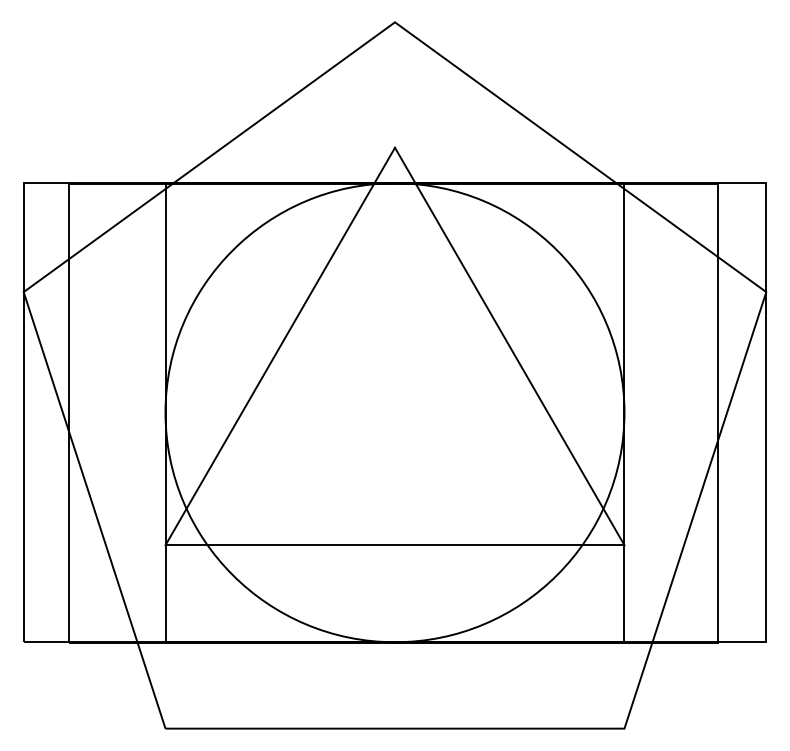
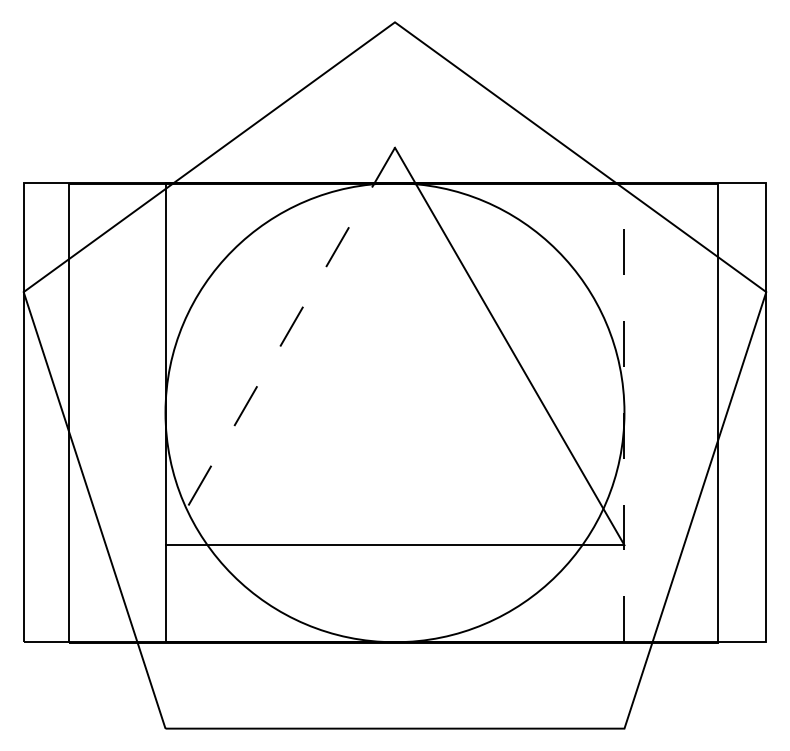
line at (280, 346): solid -> dashed
line at (624, 412): solid -> dashed
